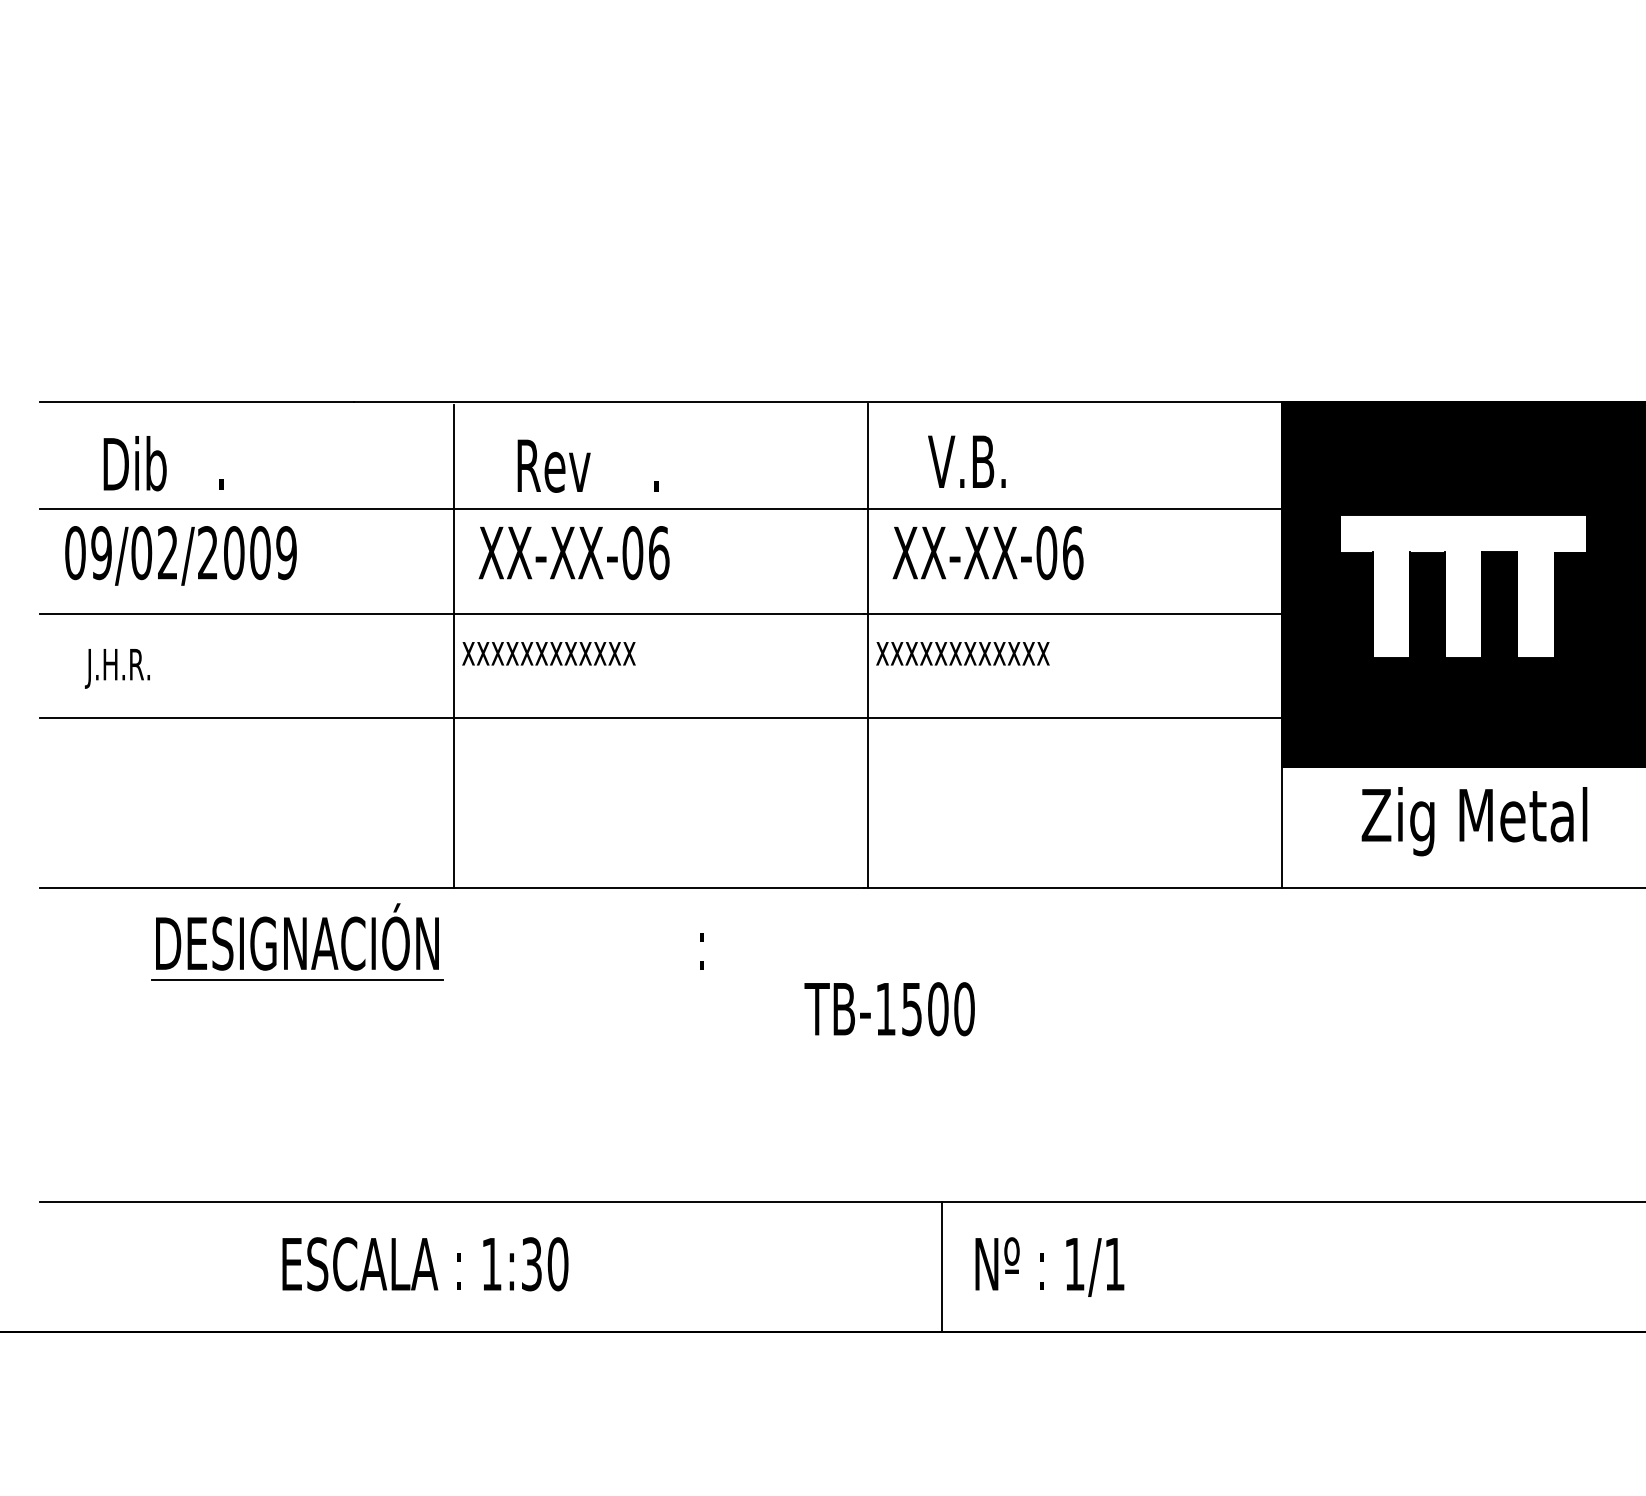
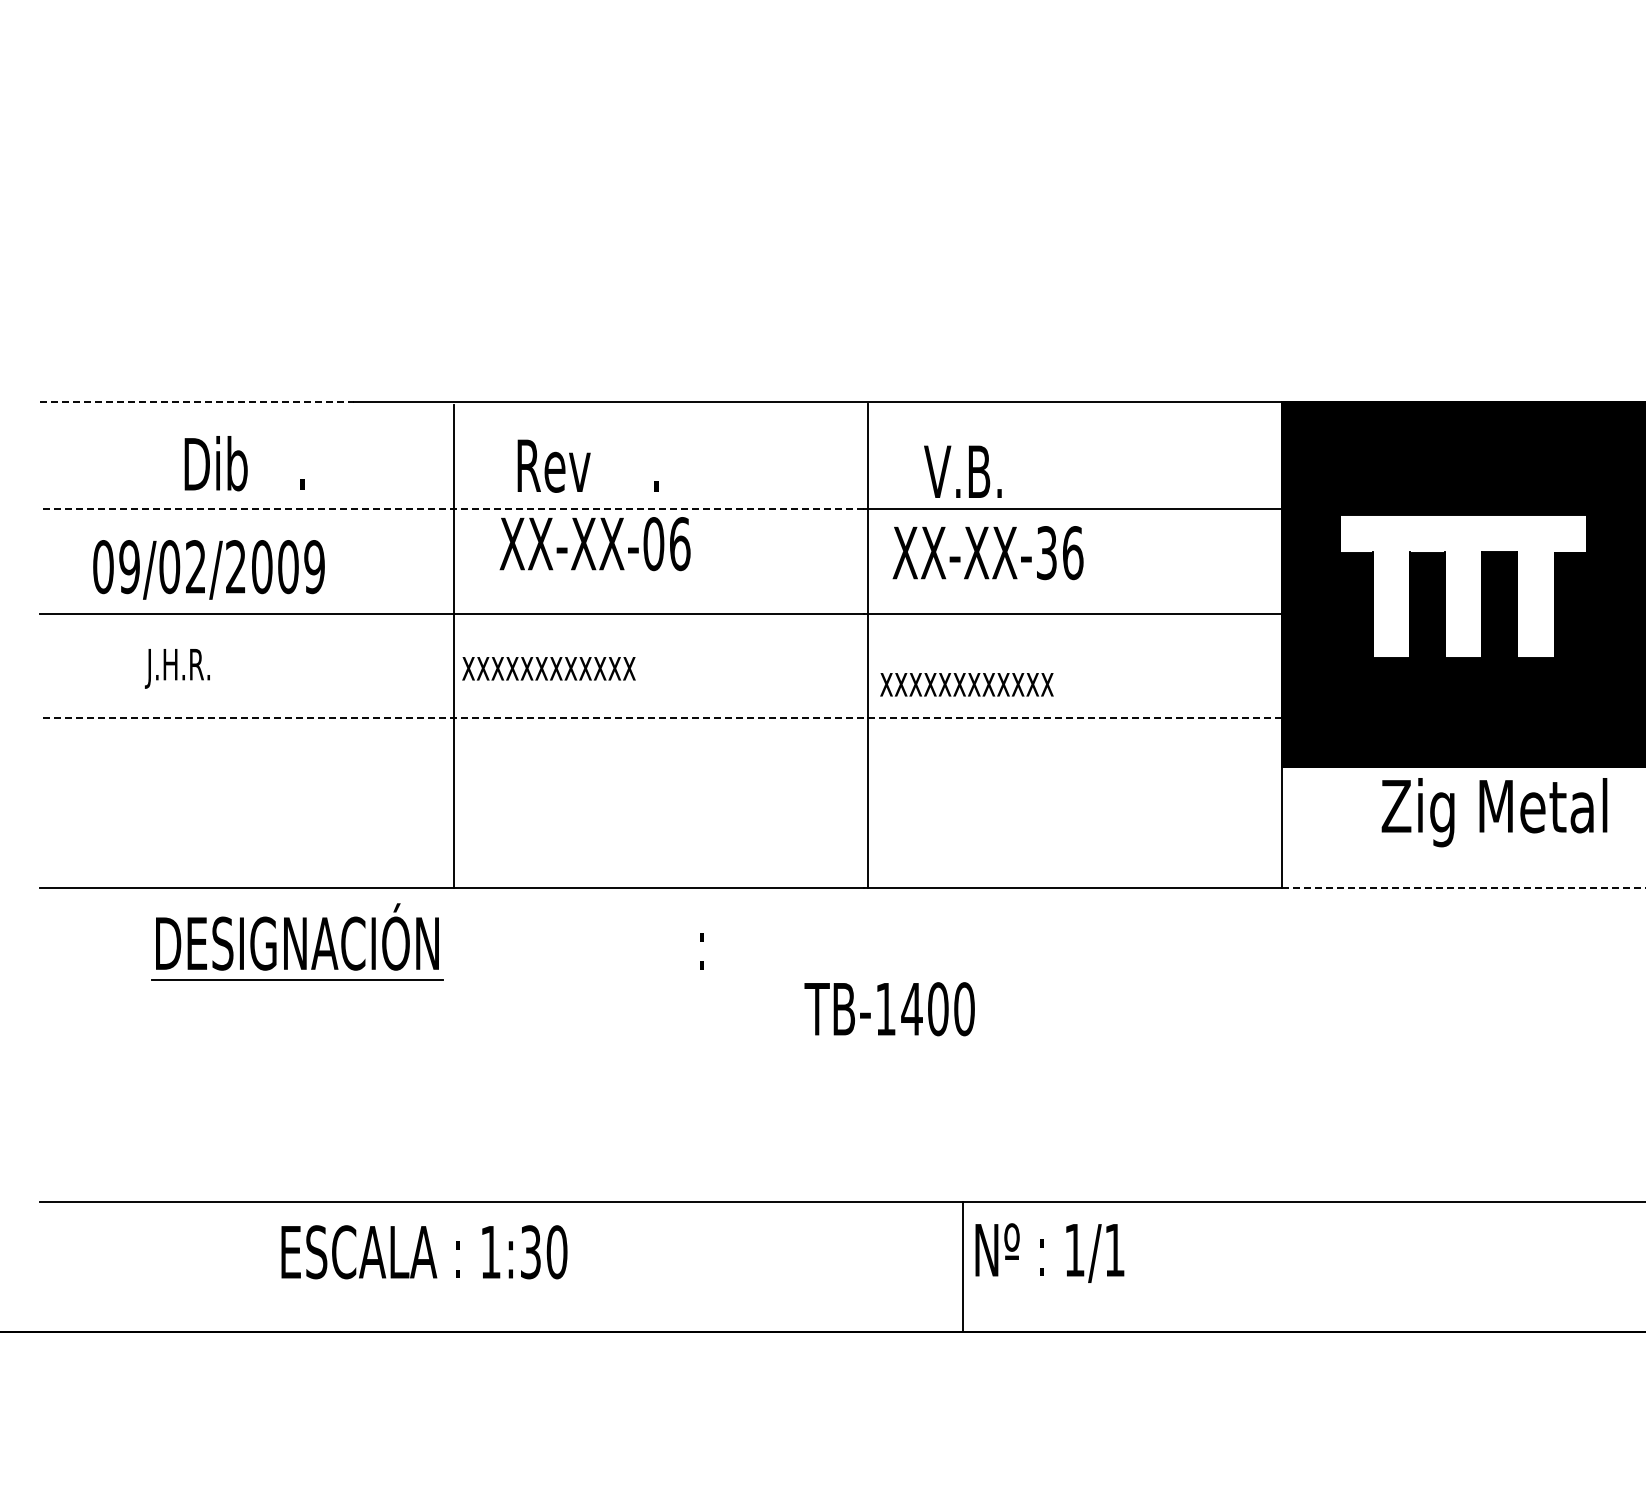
line at (196, 401): solid -> dashed
text at (966, 461) position: (966, 461) -> (962, 471)
text at (163, 463) position: (163, 463) -> (244, 463)
line at (451, 508): solid -> dashed
text at (573, 553) position: (573, 553) -> (594, 544)
text at (1046, 553): XX-XX-06 -> XX-XX-36
text at (180, 555) position: (180, 555) -> (208, 569)
text at (548, 653) position: (548, 653) -> (548, 668)
text at (962, 653) position: (962, 653) -> (966, 684)
text at (116, 668) position: (116, 668) -> (176, 668)
line at (660, 718): solid -> dashed
text at (1474, 821) position: (1474, 821) -> (1494, 812)
line at (1463, 888): solid -> dashed
text at (911, 1009): TB-1500 -> TB-1400
text at (425, 1264) position: (425, 1264) -> (424, 1252)
line at (942, 1266) position: (942, 1266) -> (963, 1266)
text at (1049, 1266) position: (1049, 1266) -> (1049, 1252)
